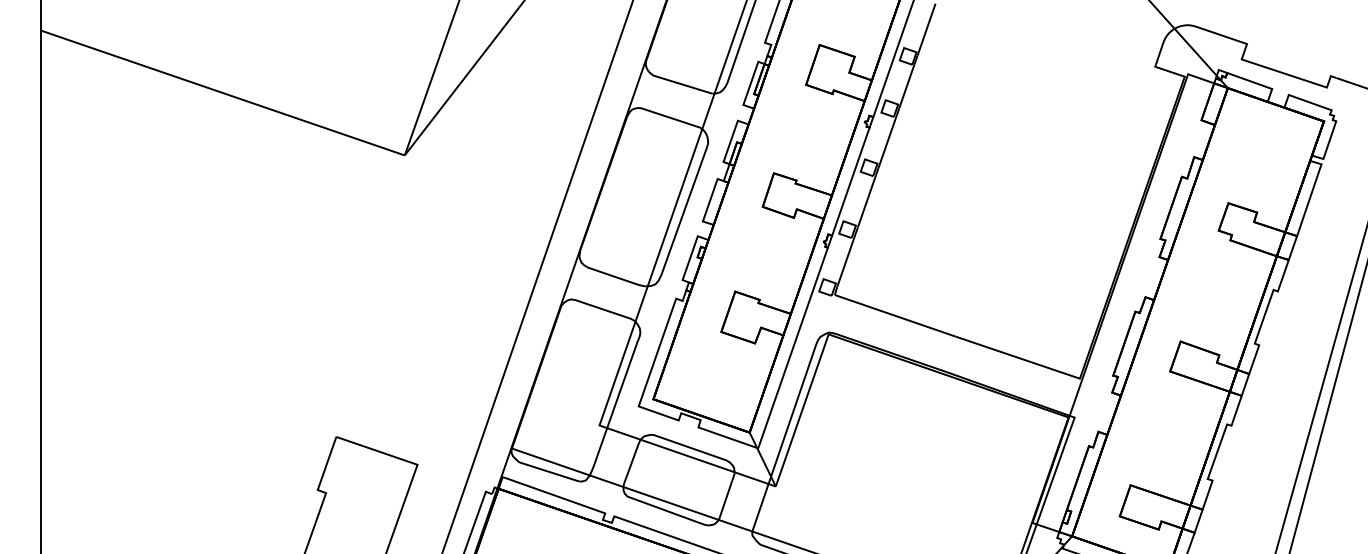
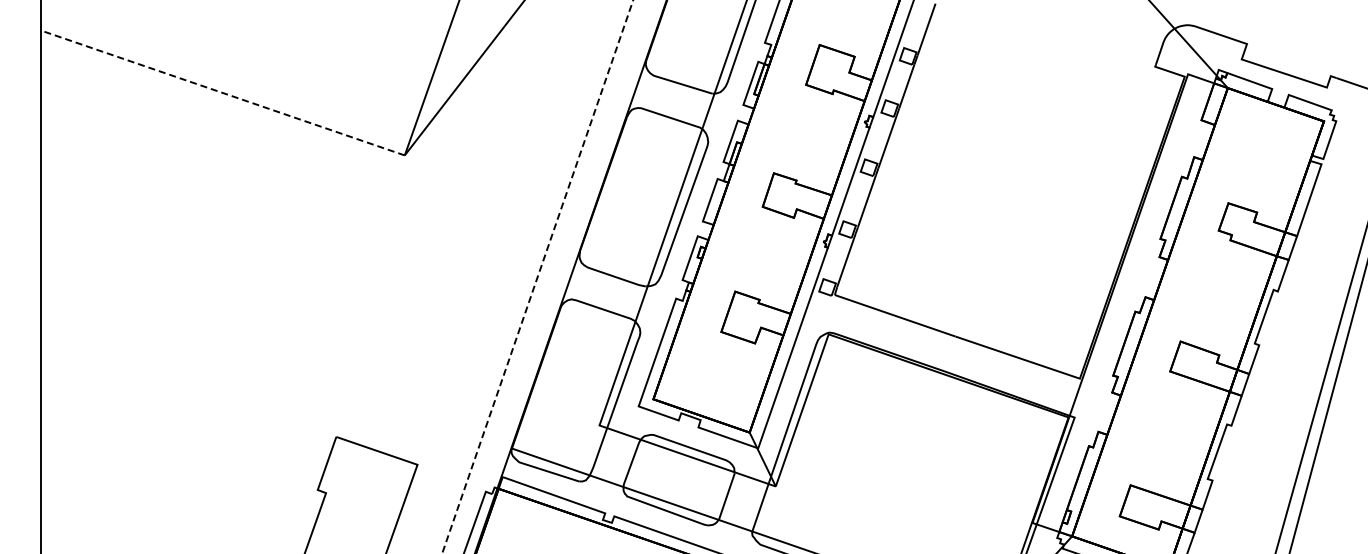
line at (222, 92): solid -> dashed
line at (537, 276): solid -> dashed
